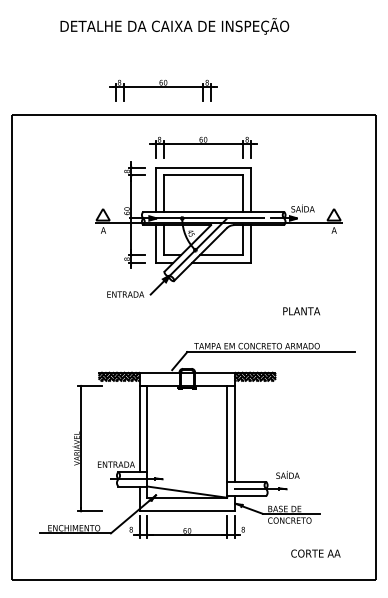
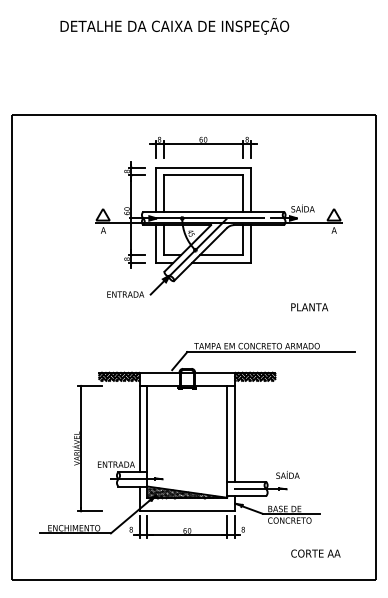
part at (163, 90): present -> none
text at (301, 311) position: (301, 311) -> (309, 307)
hatch at (184, 492): none -> present
